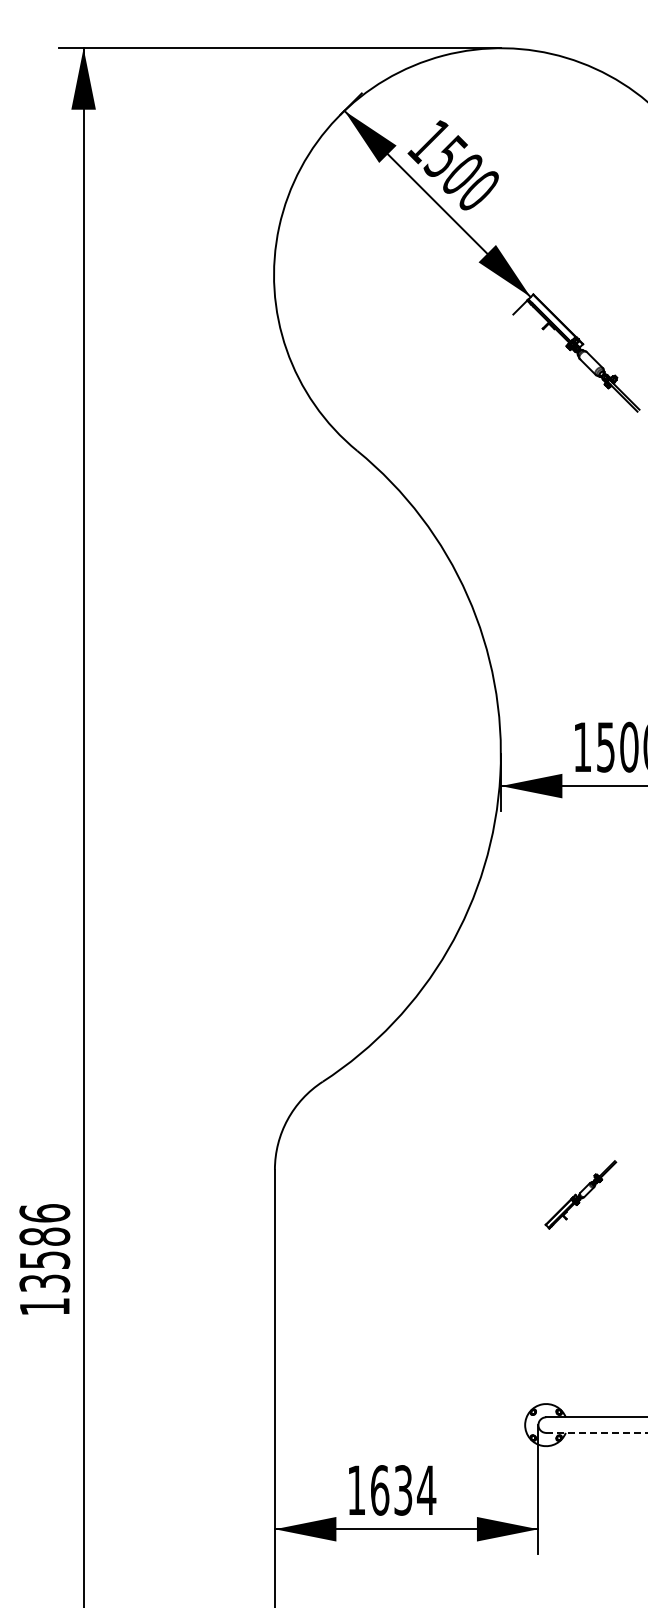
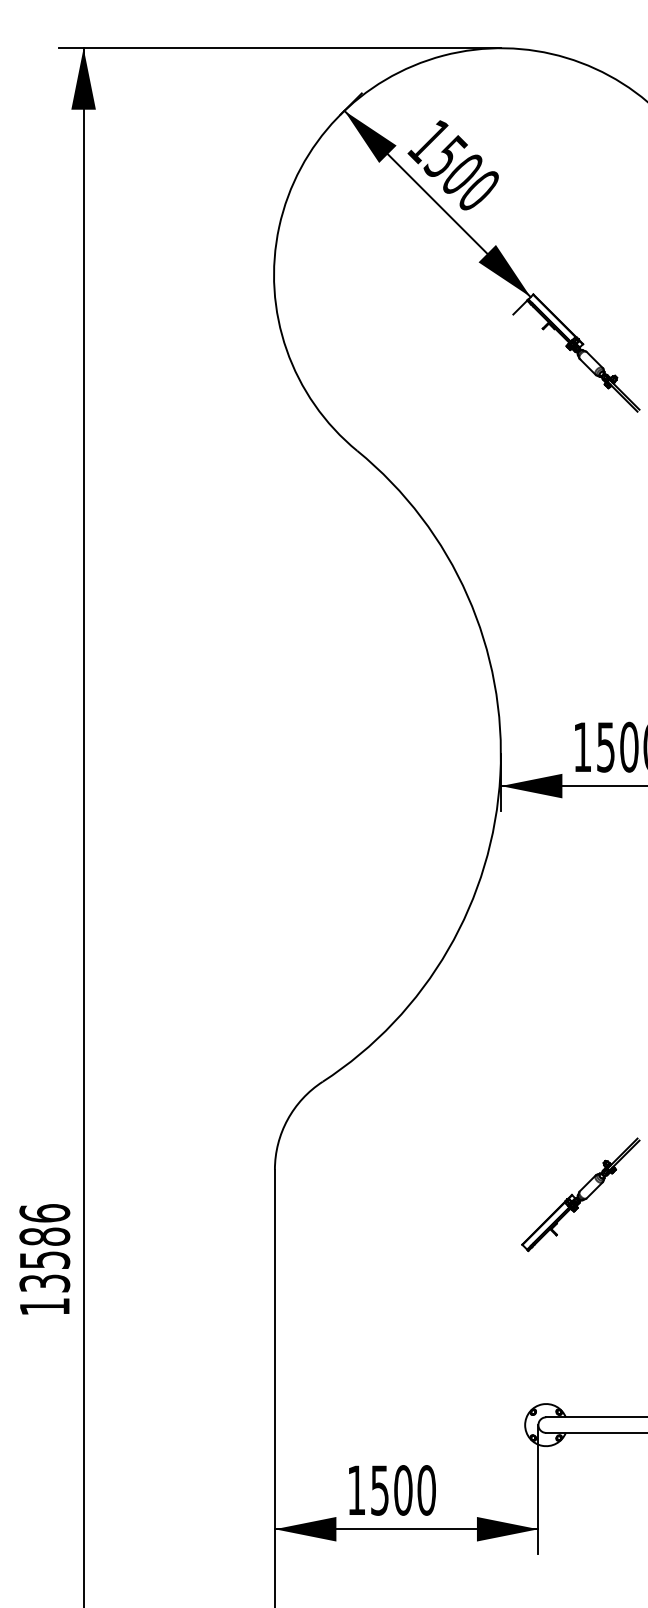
part at (580, 1194) size: 74x70 px -> 120x116 px
line at (596, 1432): dashed -> solid
text at (403, 1490): 1634 -> 1500
